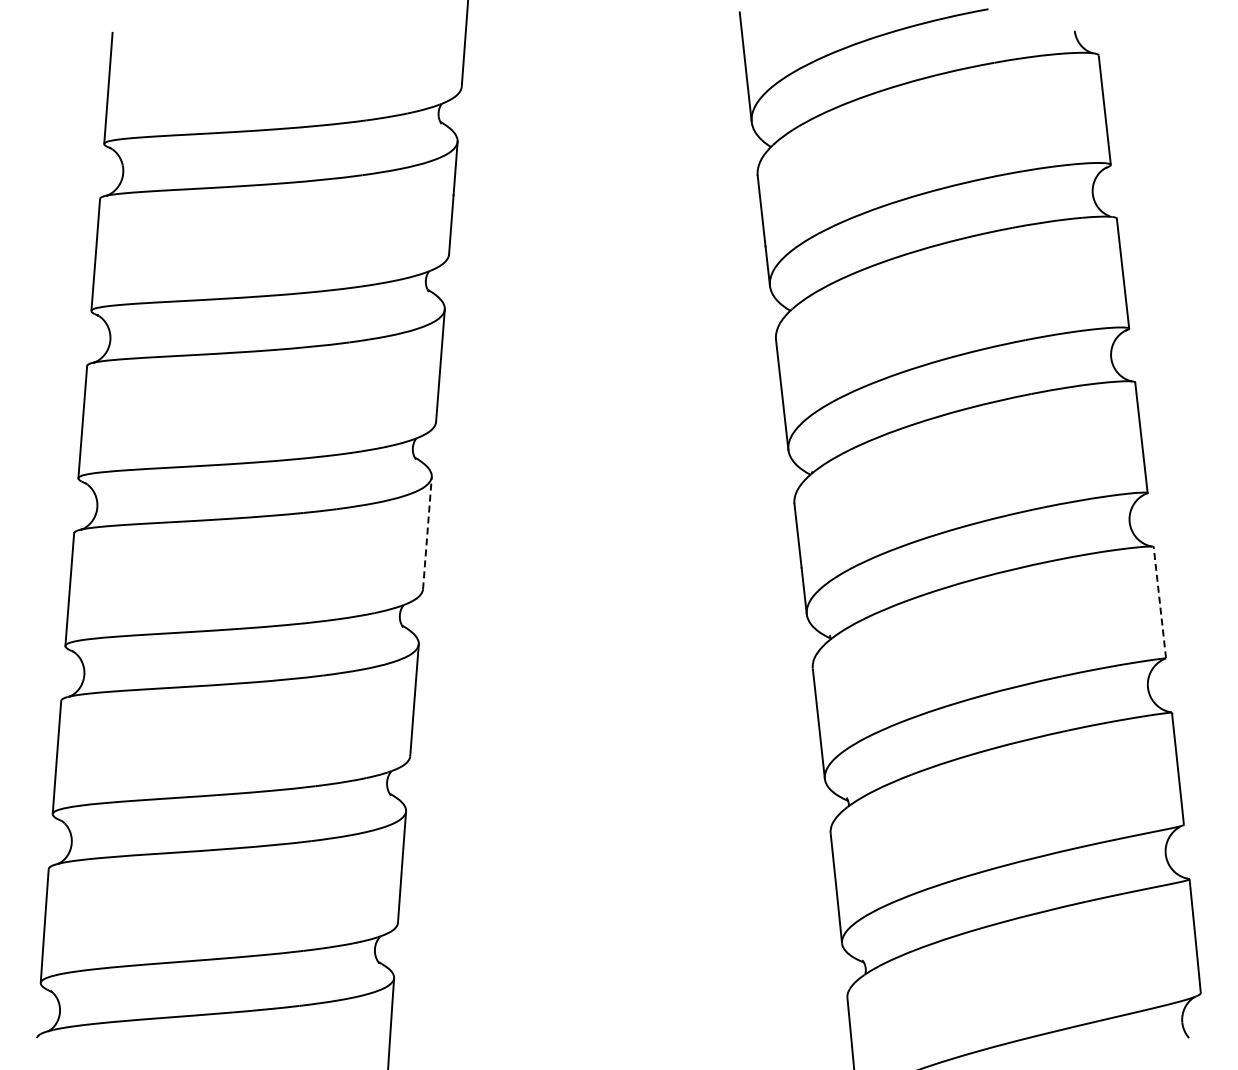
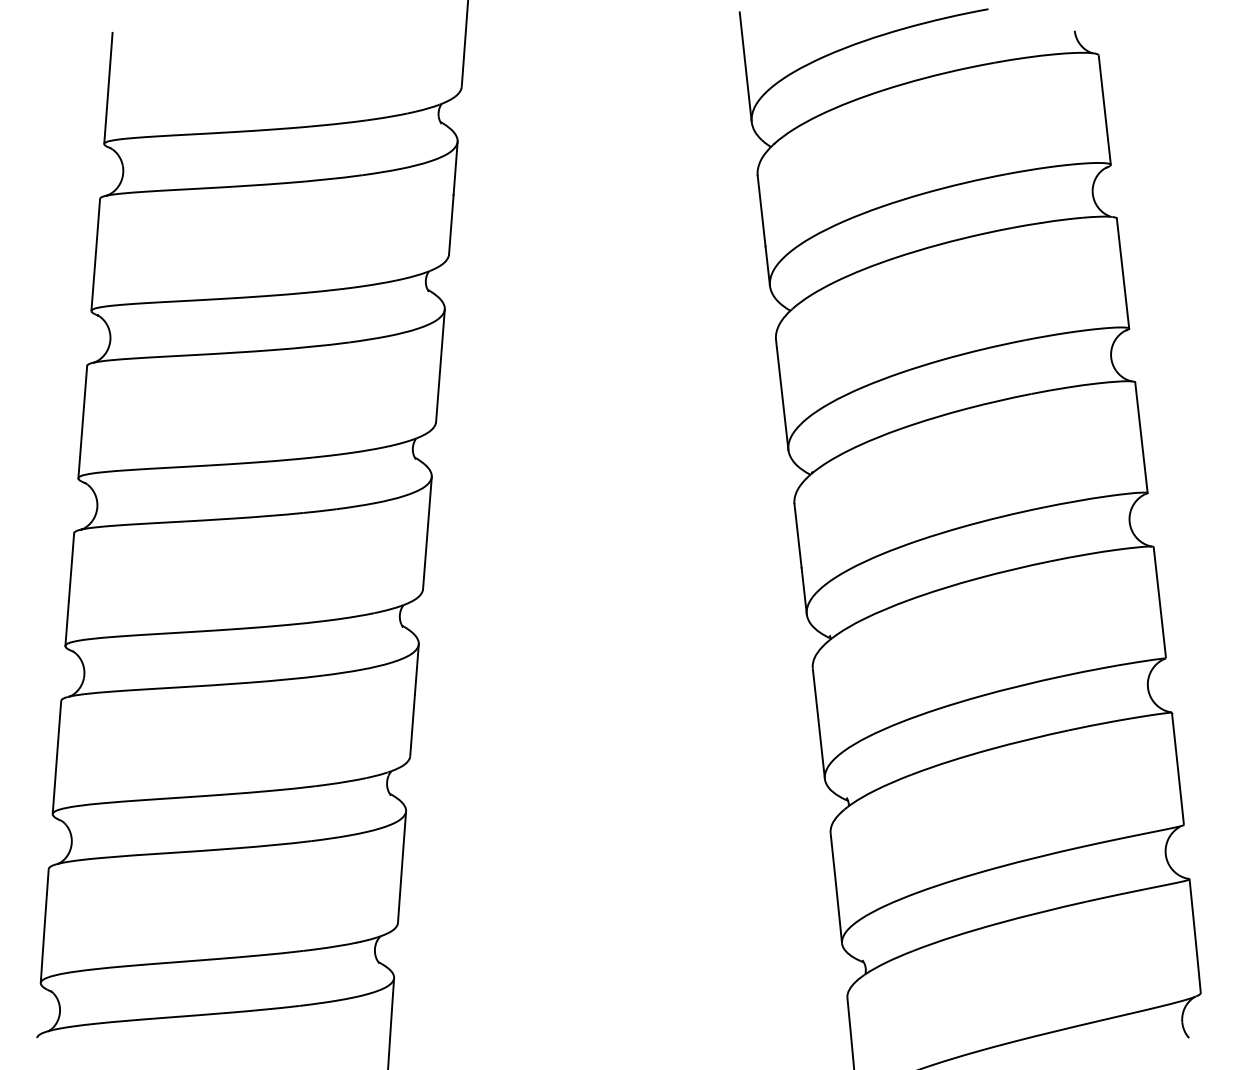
line at (427, 532): dashed -> solid
line at (1160, 604): dashed -> solid
